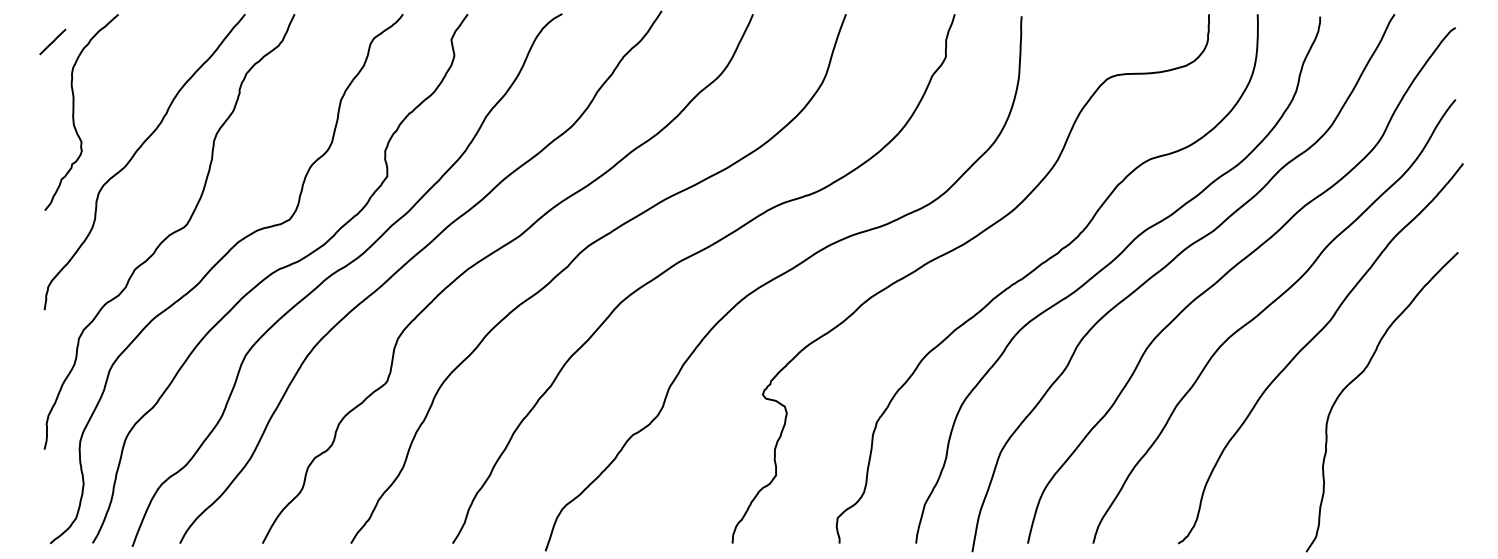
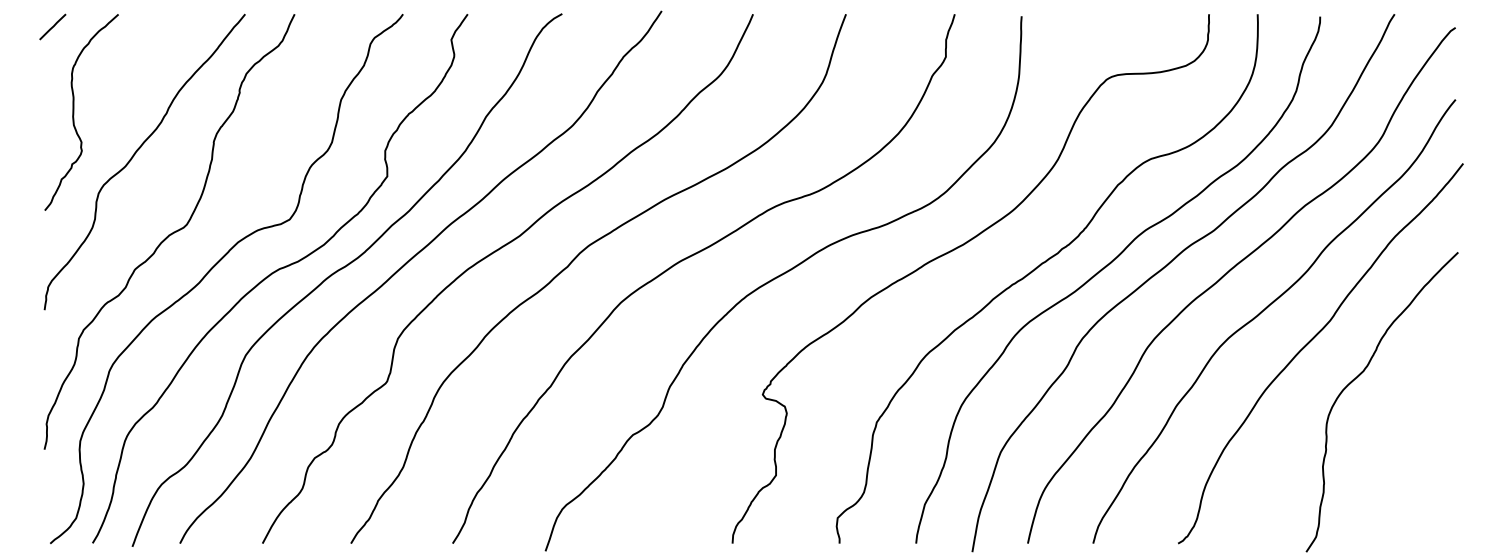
line at (52, 41) position: (52, 41) -> (52, 26)
